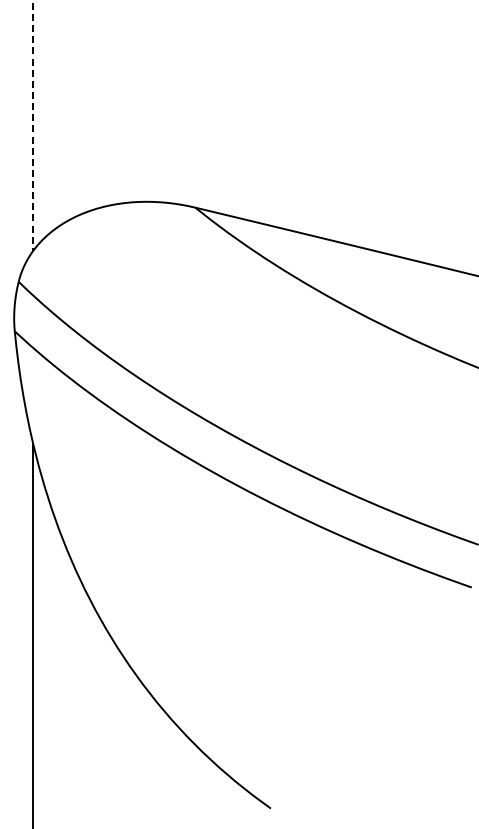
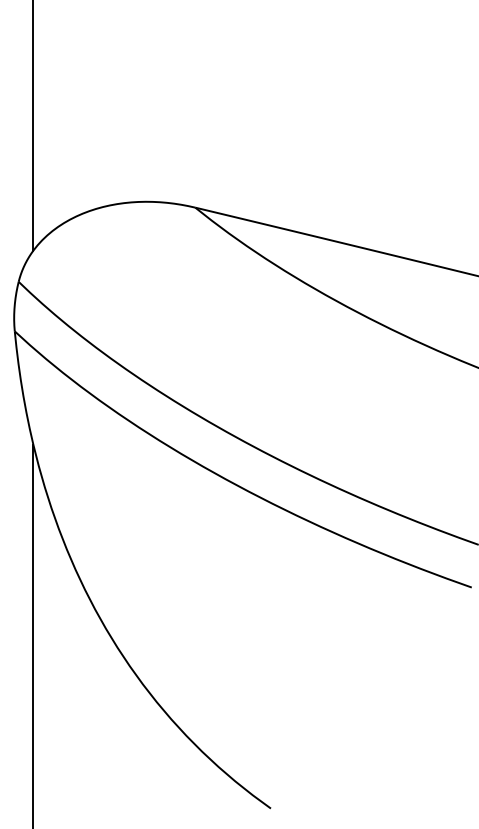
line at (33, 125): dashed -> solid
